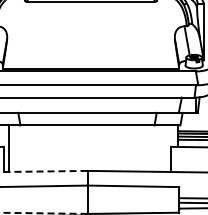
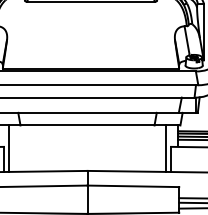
line at (166, 148): none -> present
line at (43, 171): dashed -> solid
line at (43, 213): dashed -> solid
